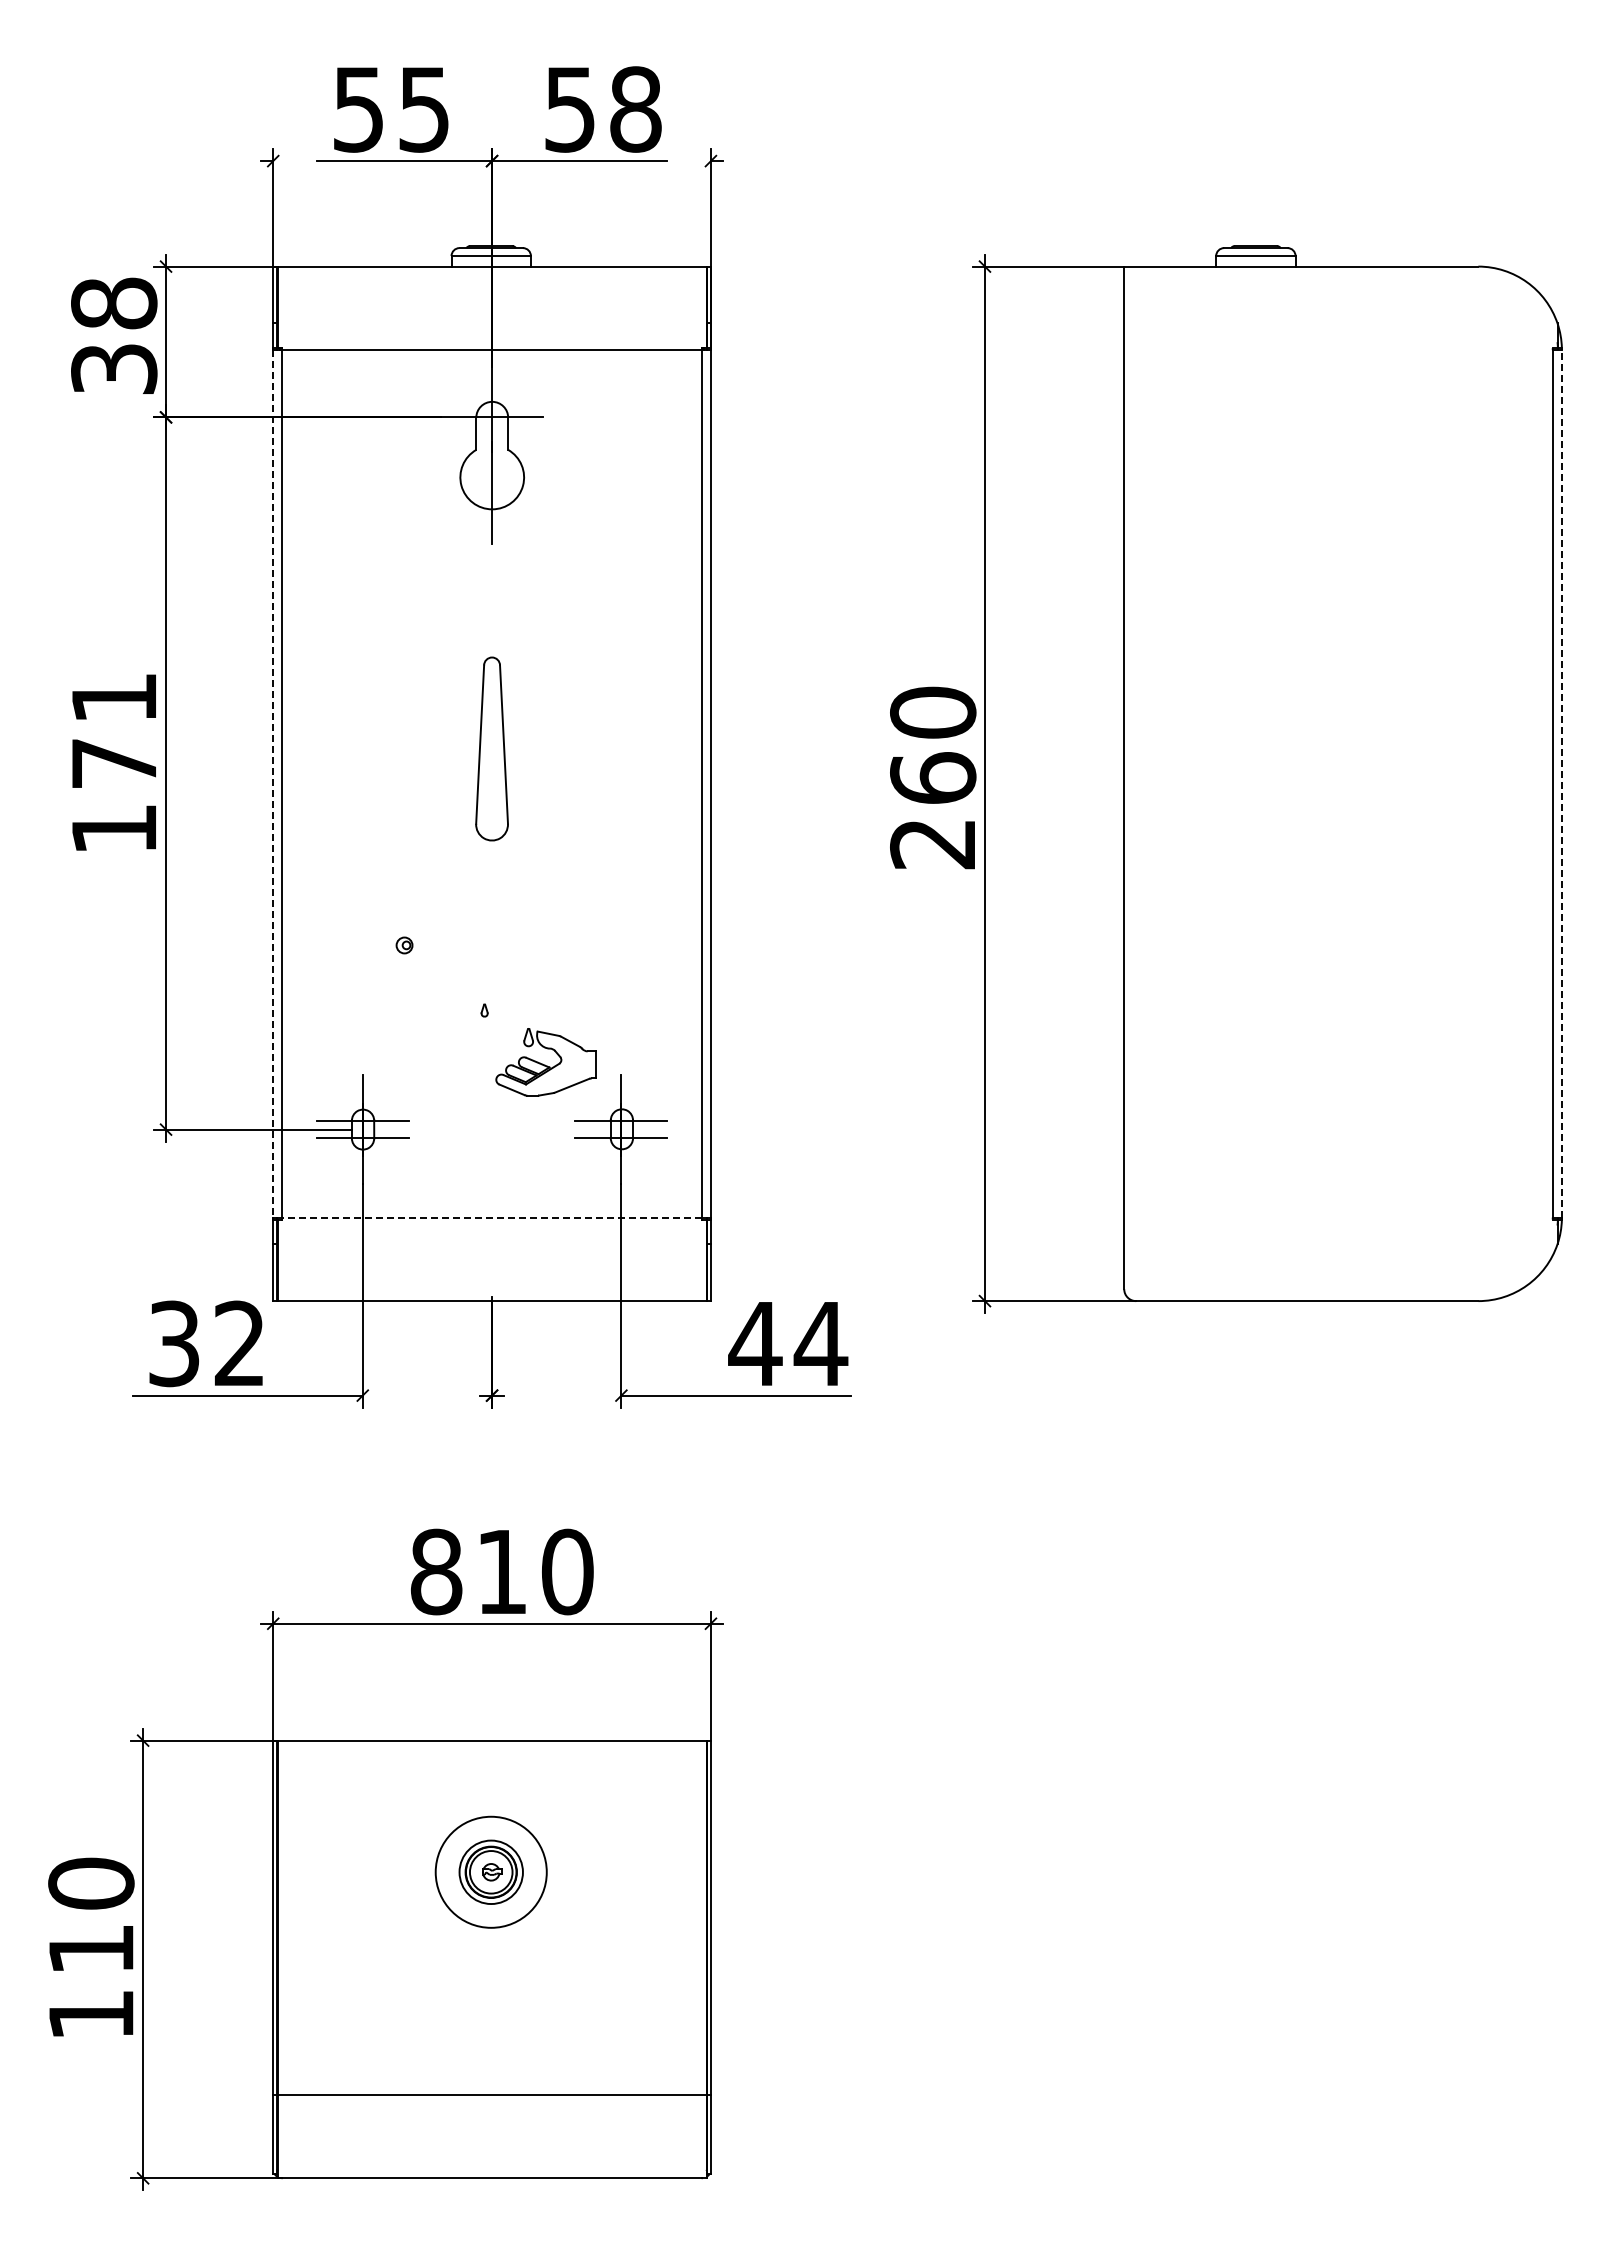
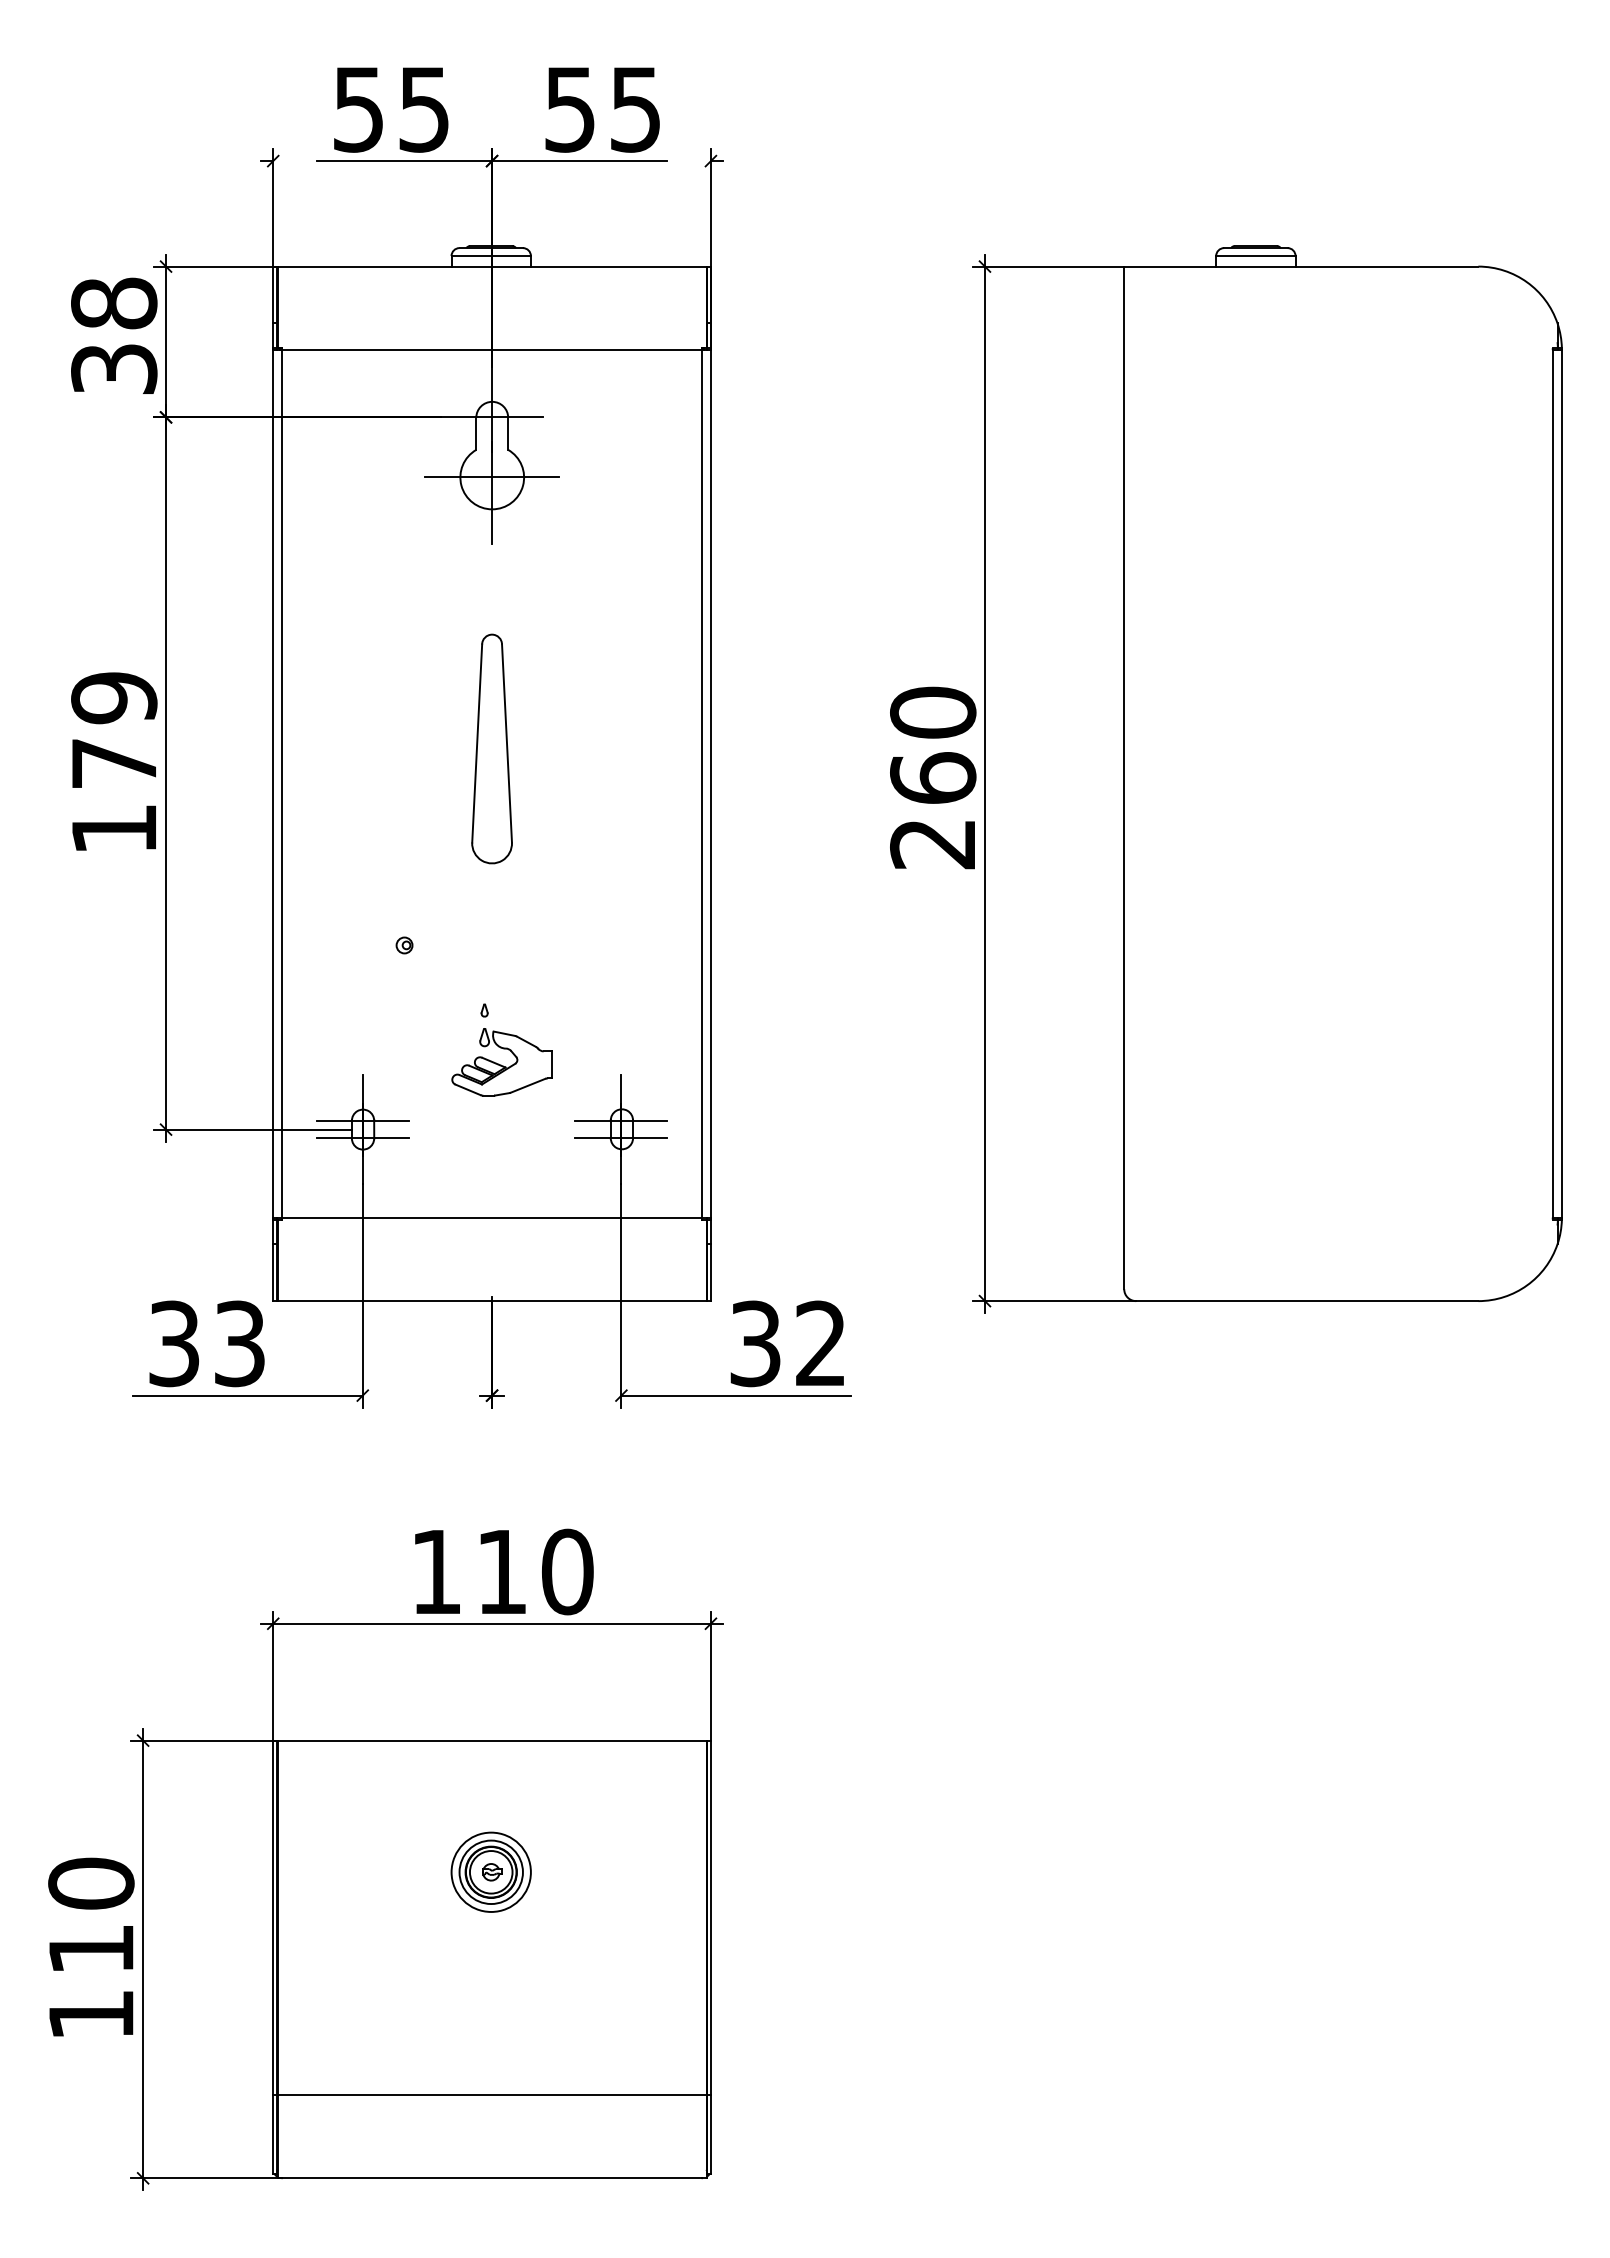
text at (635, 109): 58 -> 55
line at (491, 477): none -> present
text at (114, 698): 171 -> 179
part at (491, 748) size: 34x186 px -> 42x232 px
line at (273, 783): dashed -> solid
line at (1561, 783): dashed -> solid
part at (545, 1062) position: (545, 1062) -> (501, 1062)
line at (492, 1217): dashed -> solid
text at (239, 1343): 32 -> 33
text at (788, 1343): 44 -> 32
text at (436, 1571): 810 -> 110
circle at (490, 1871) diameter: 111 px -> 79 px
